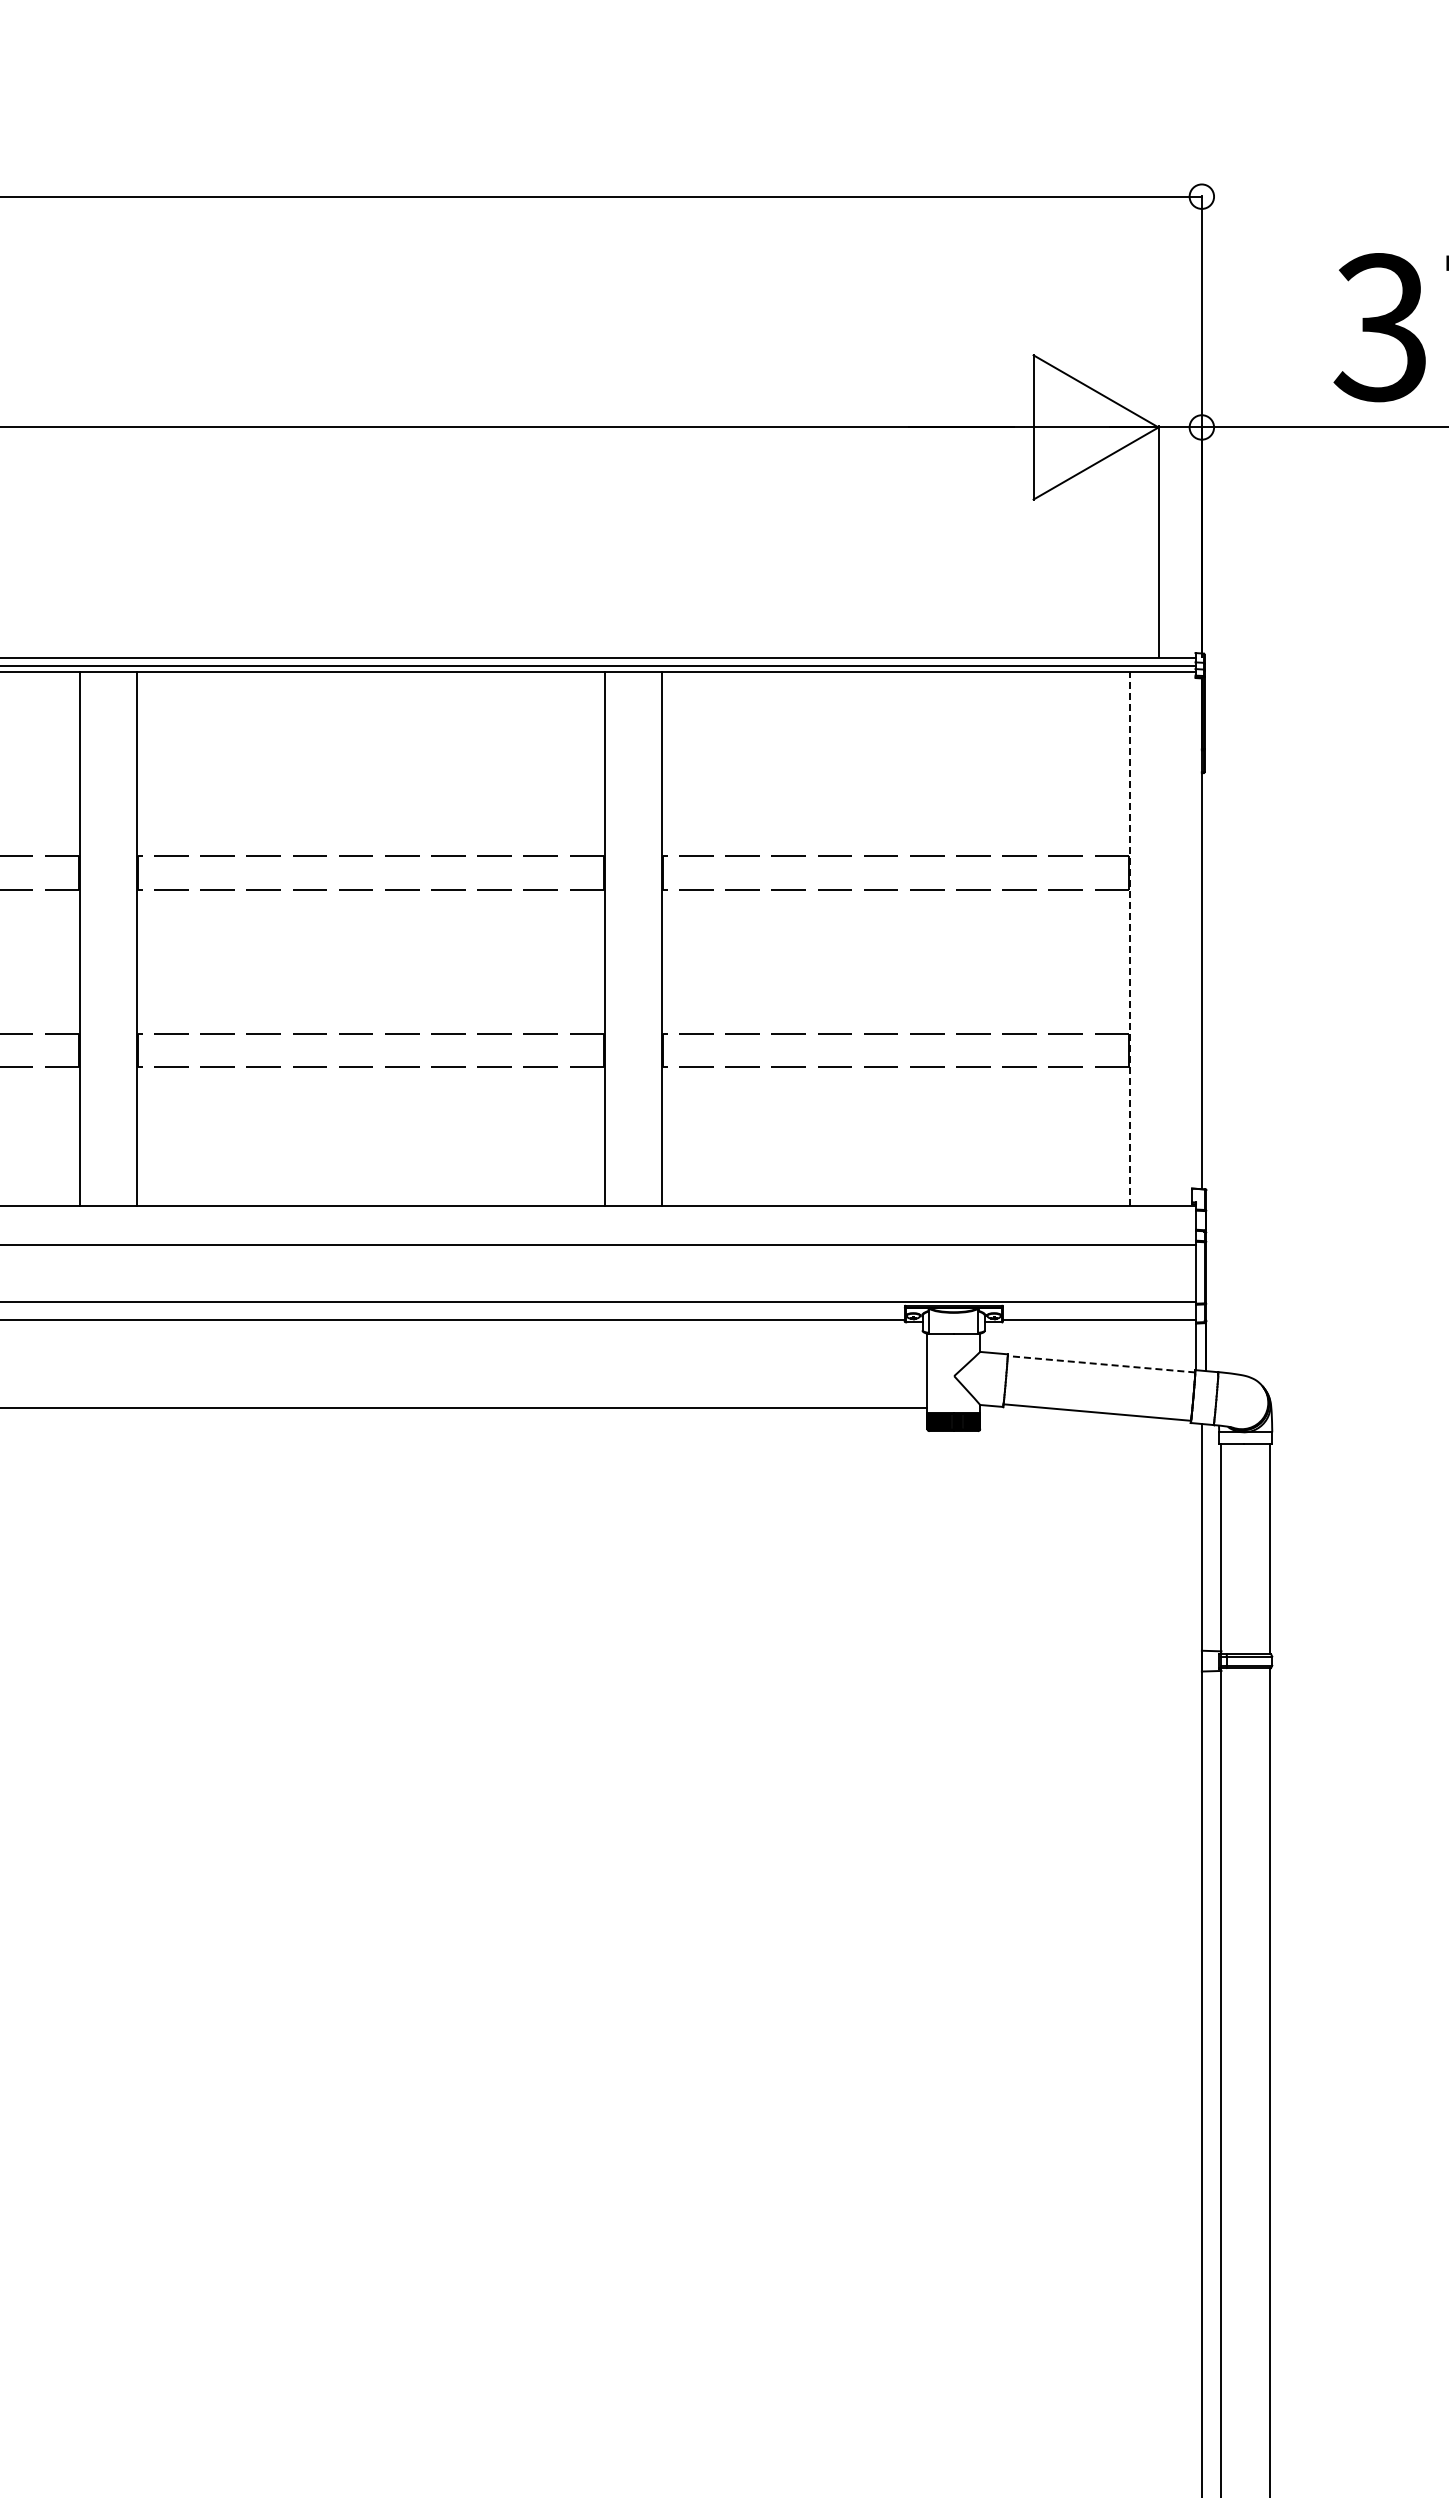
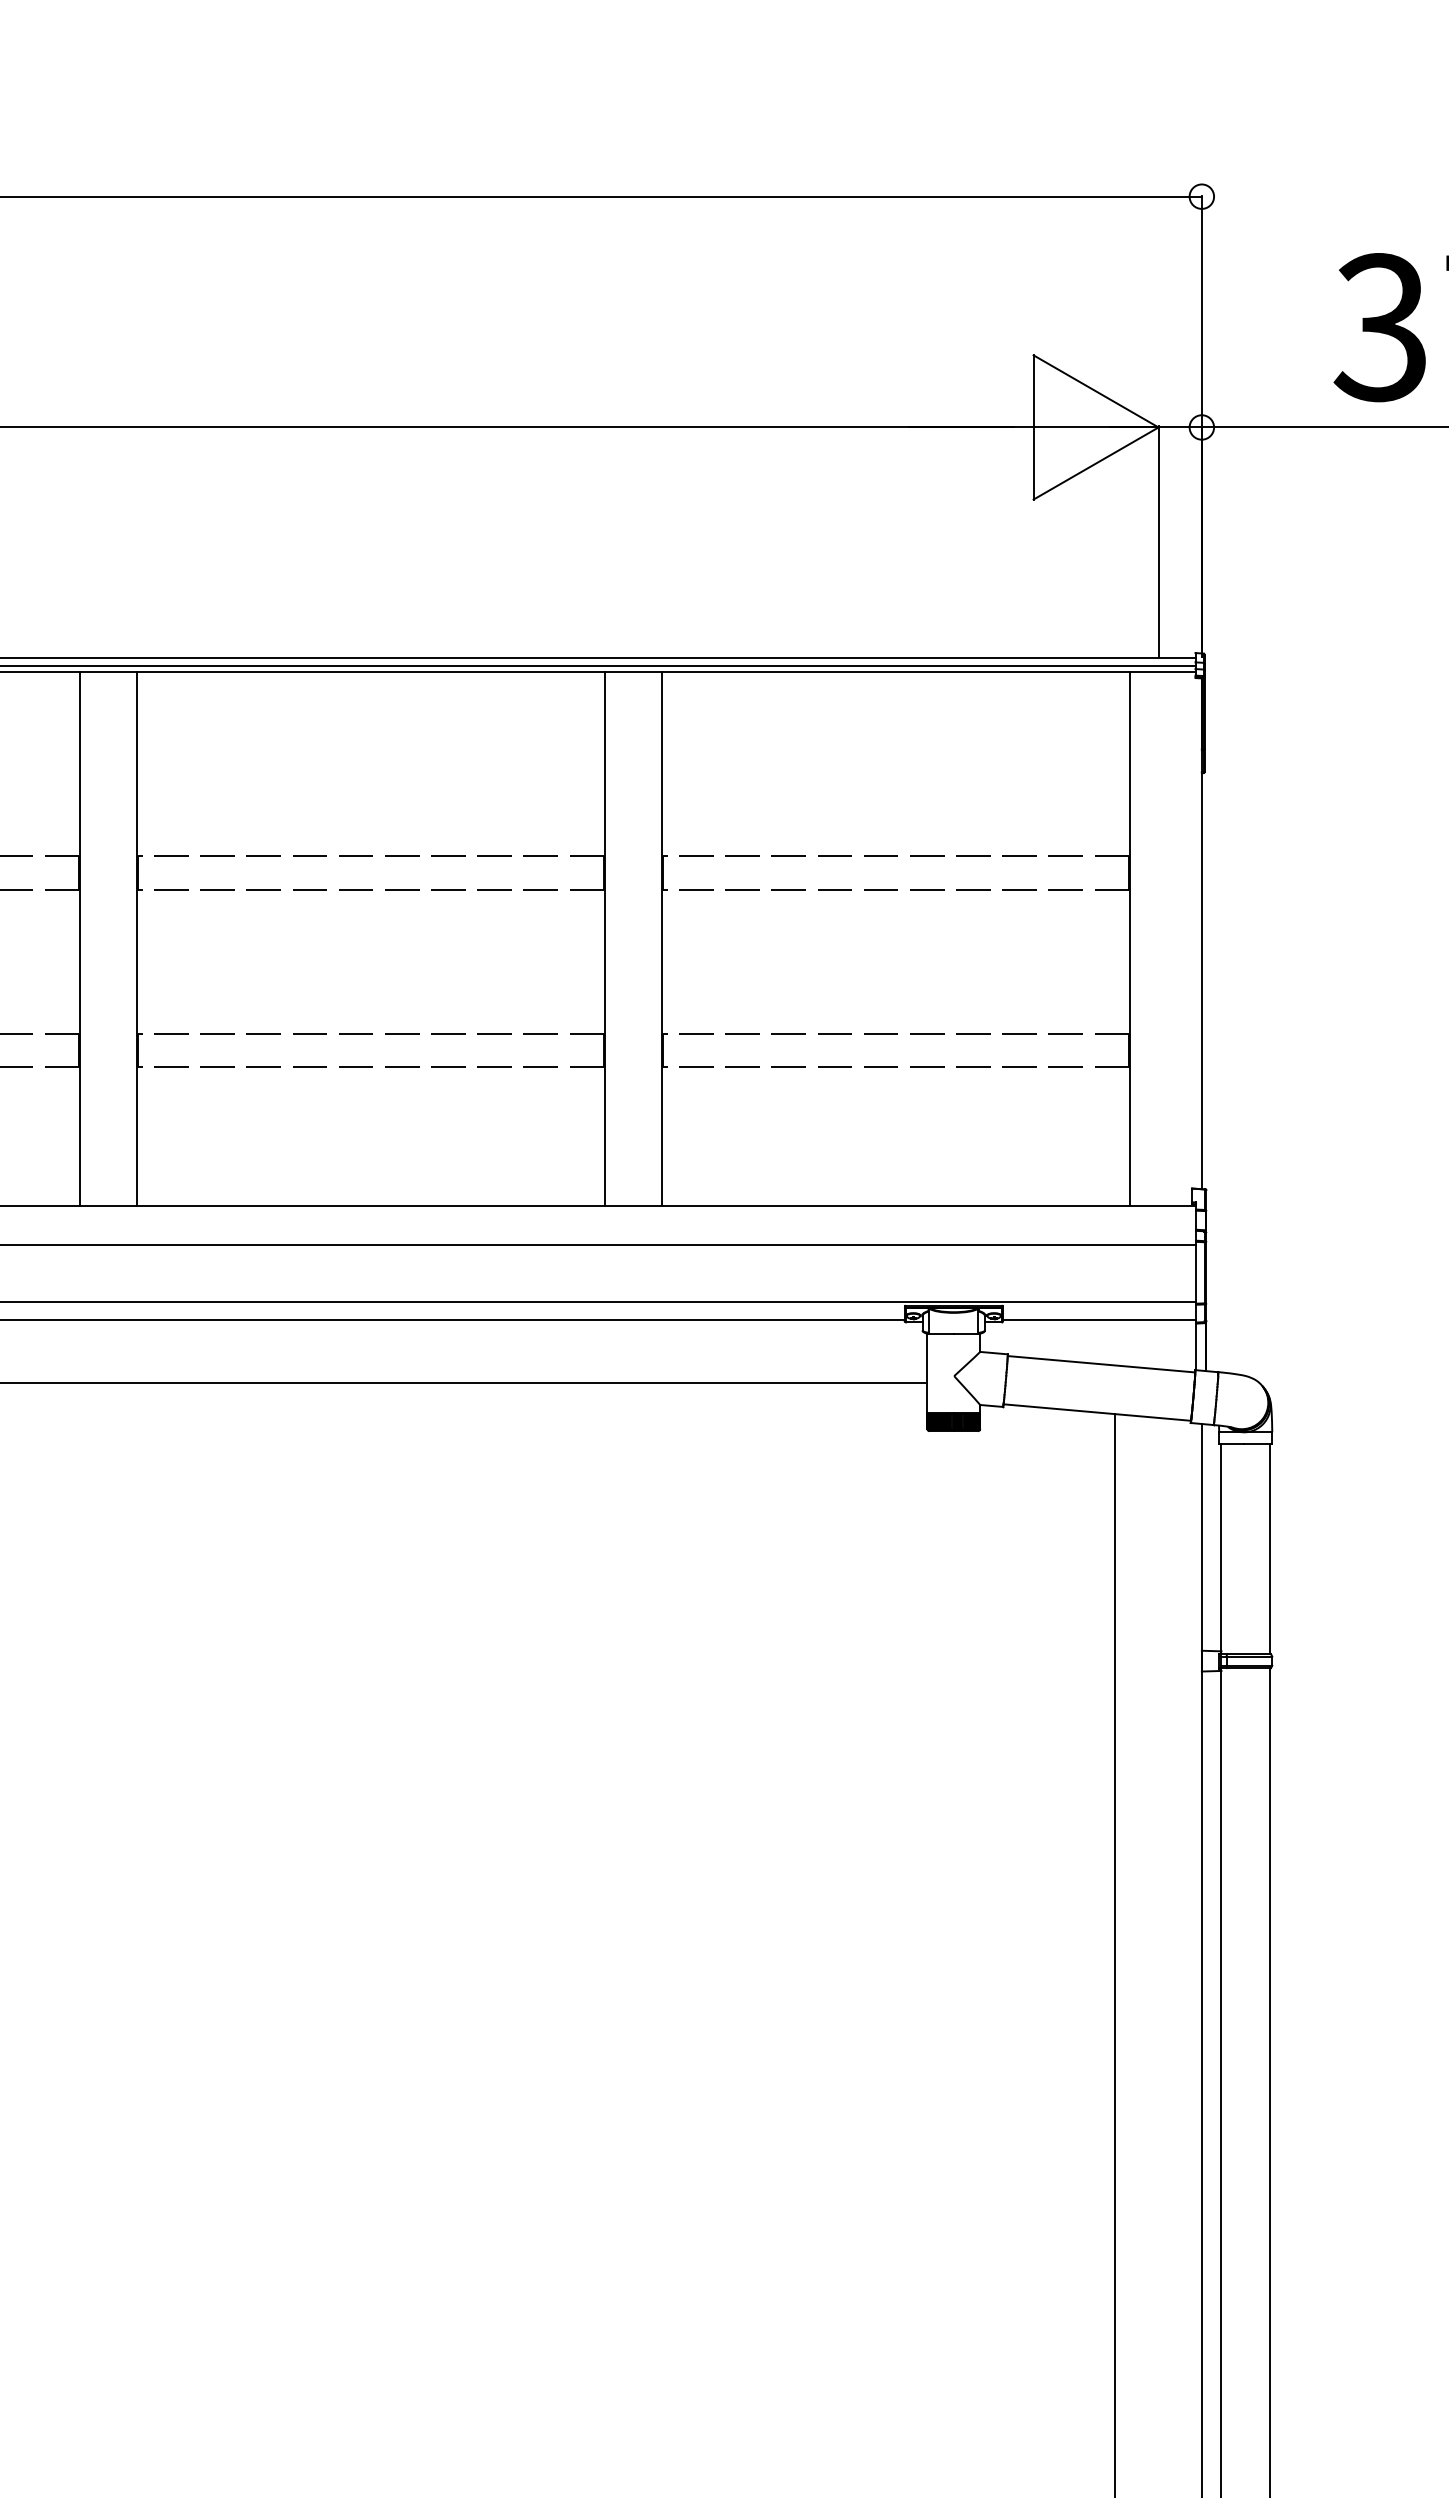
line at (1129, 939): dashed -> solid
line at (1101, 1364): dashed -> solid
line at (464, 1408) position: (464, 1408) -> (464, 1383)
line at (1115, 1954): none -> present
